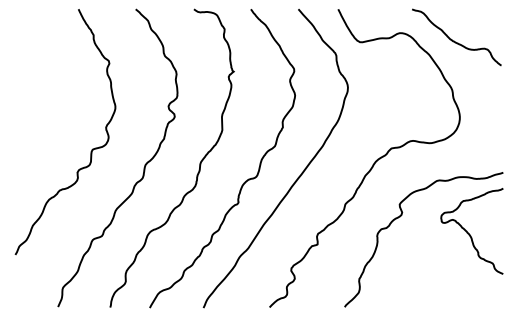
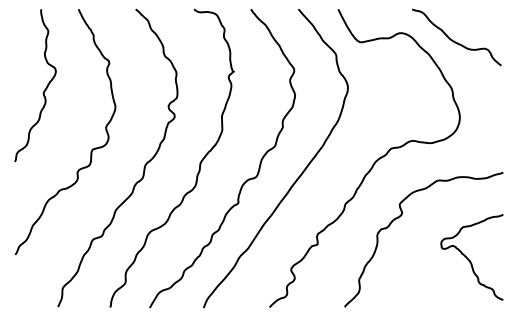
curve at (44, 89): none -> present
curve at (469, 233) position: (469, 233) -> (469, 259)
